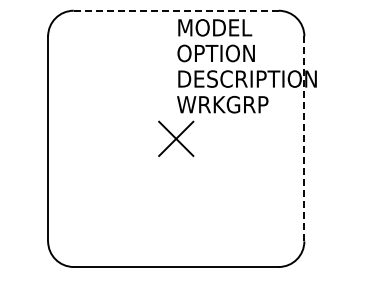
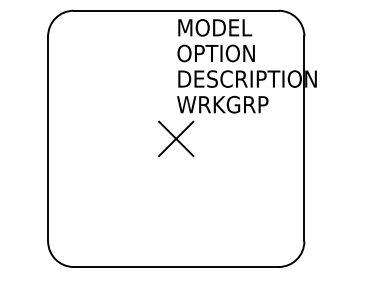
line at (176, 10): dashed -> solid
line at (304, 138): dashed -> solid
